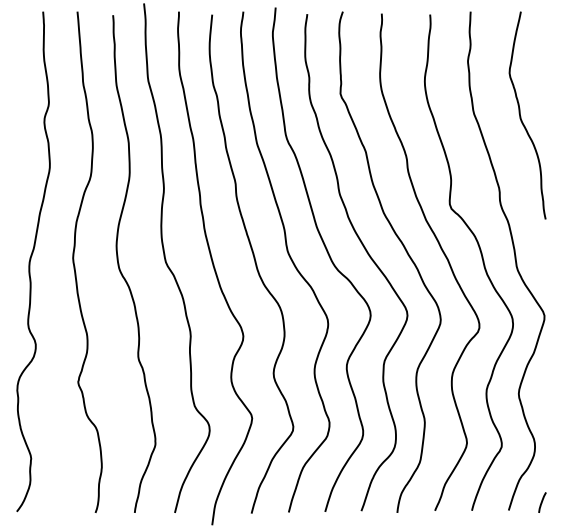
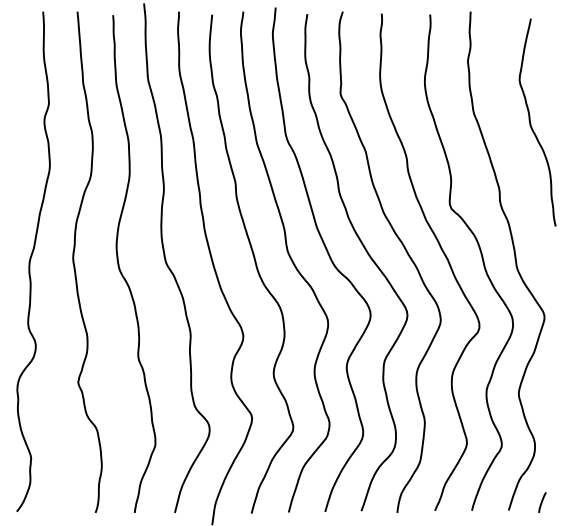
curve at (521, 116) position: (521, 116) -> (531, 123)
